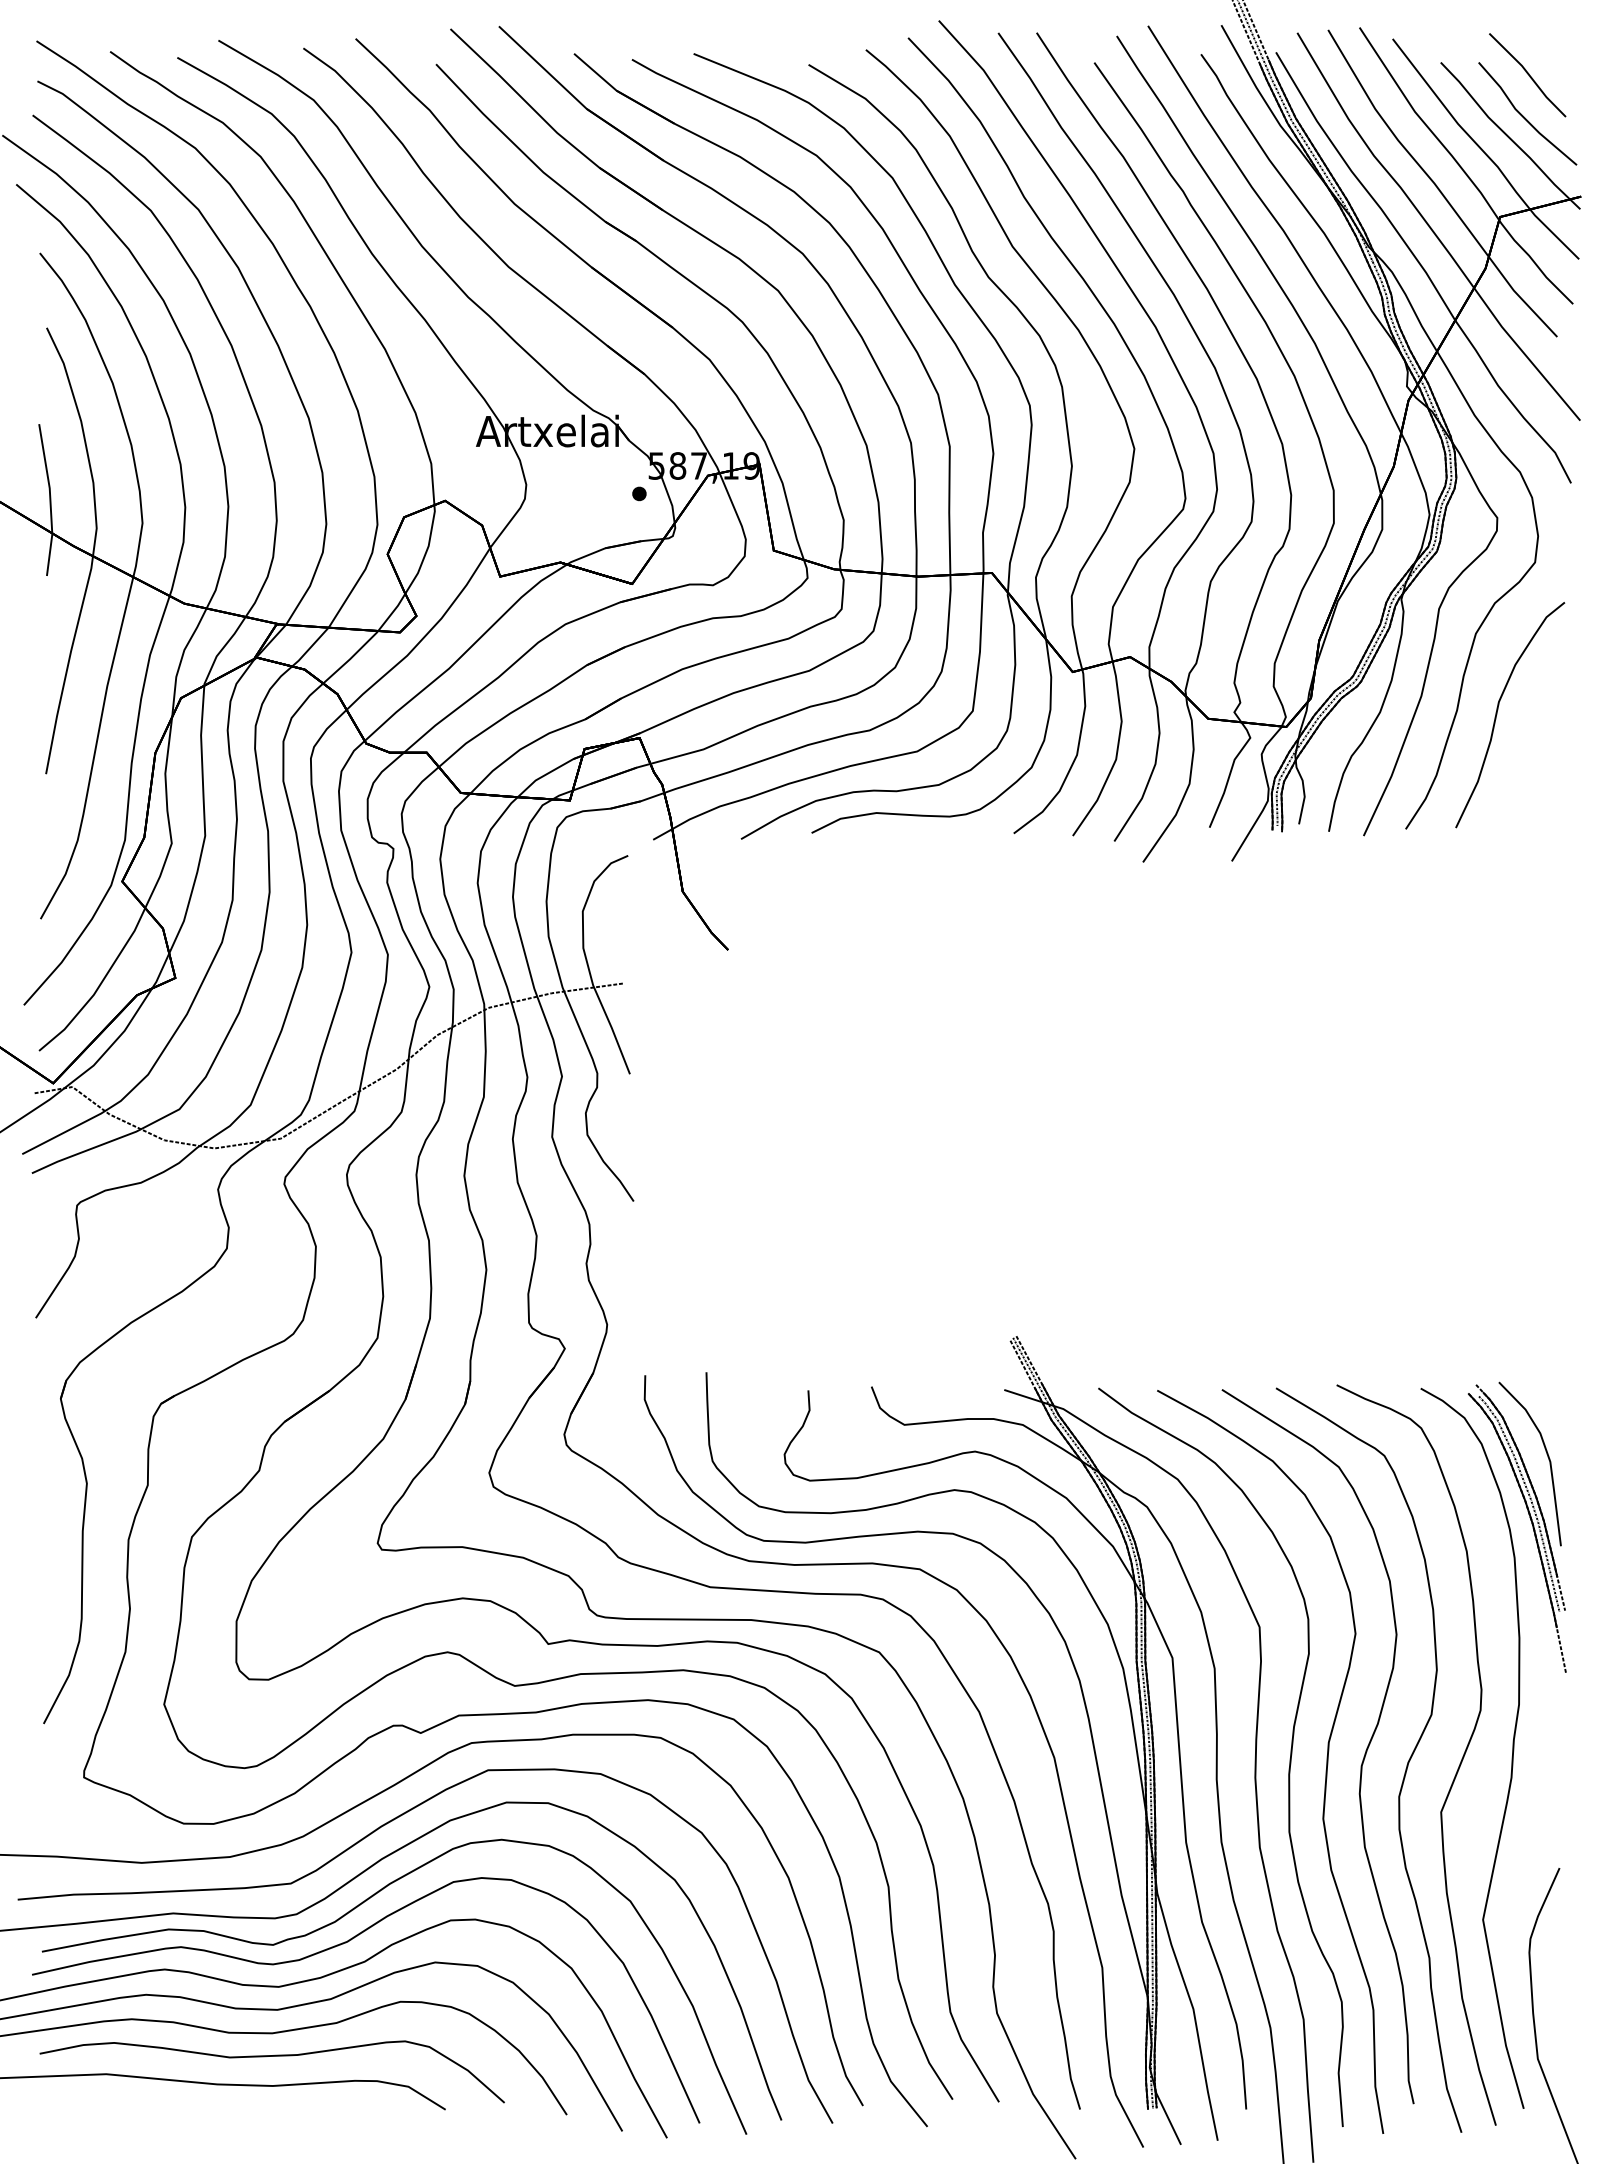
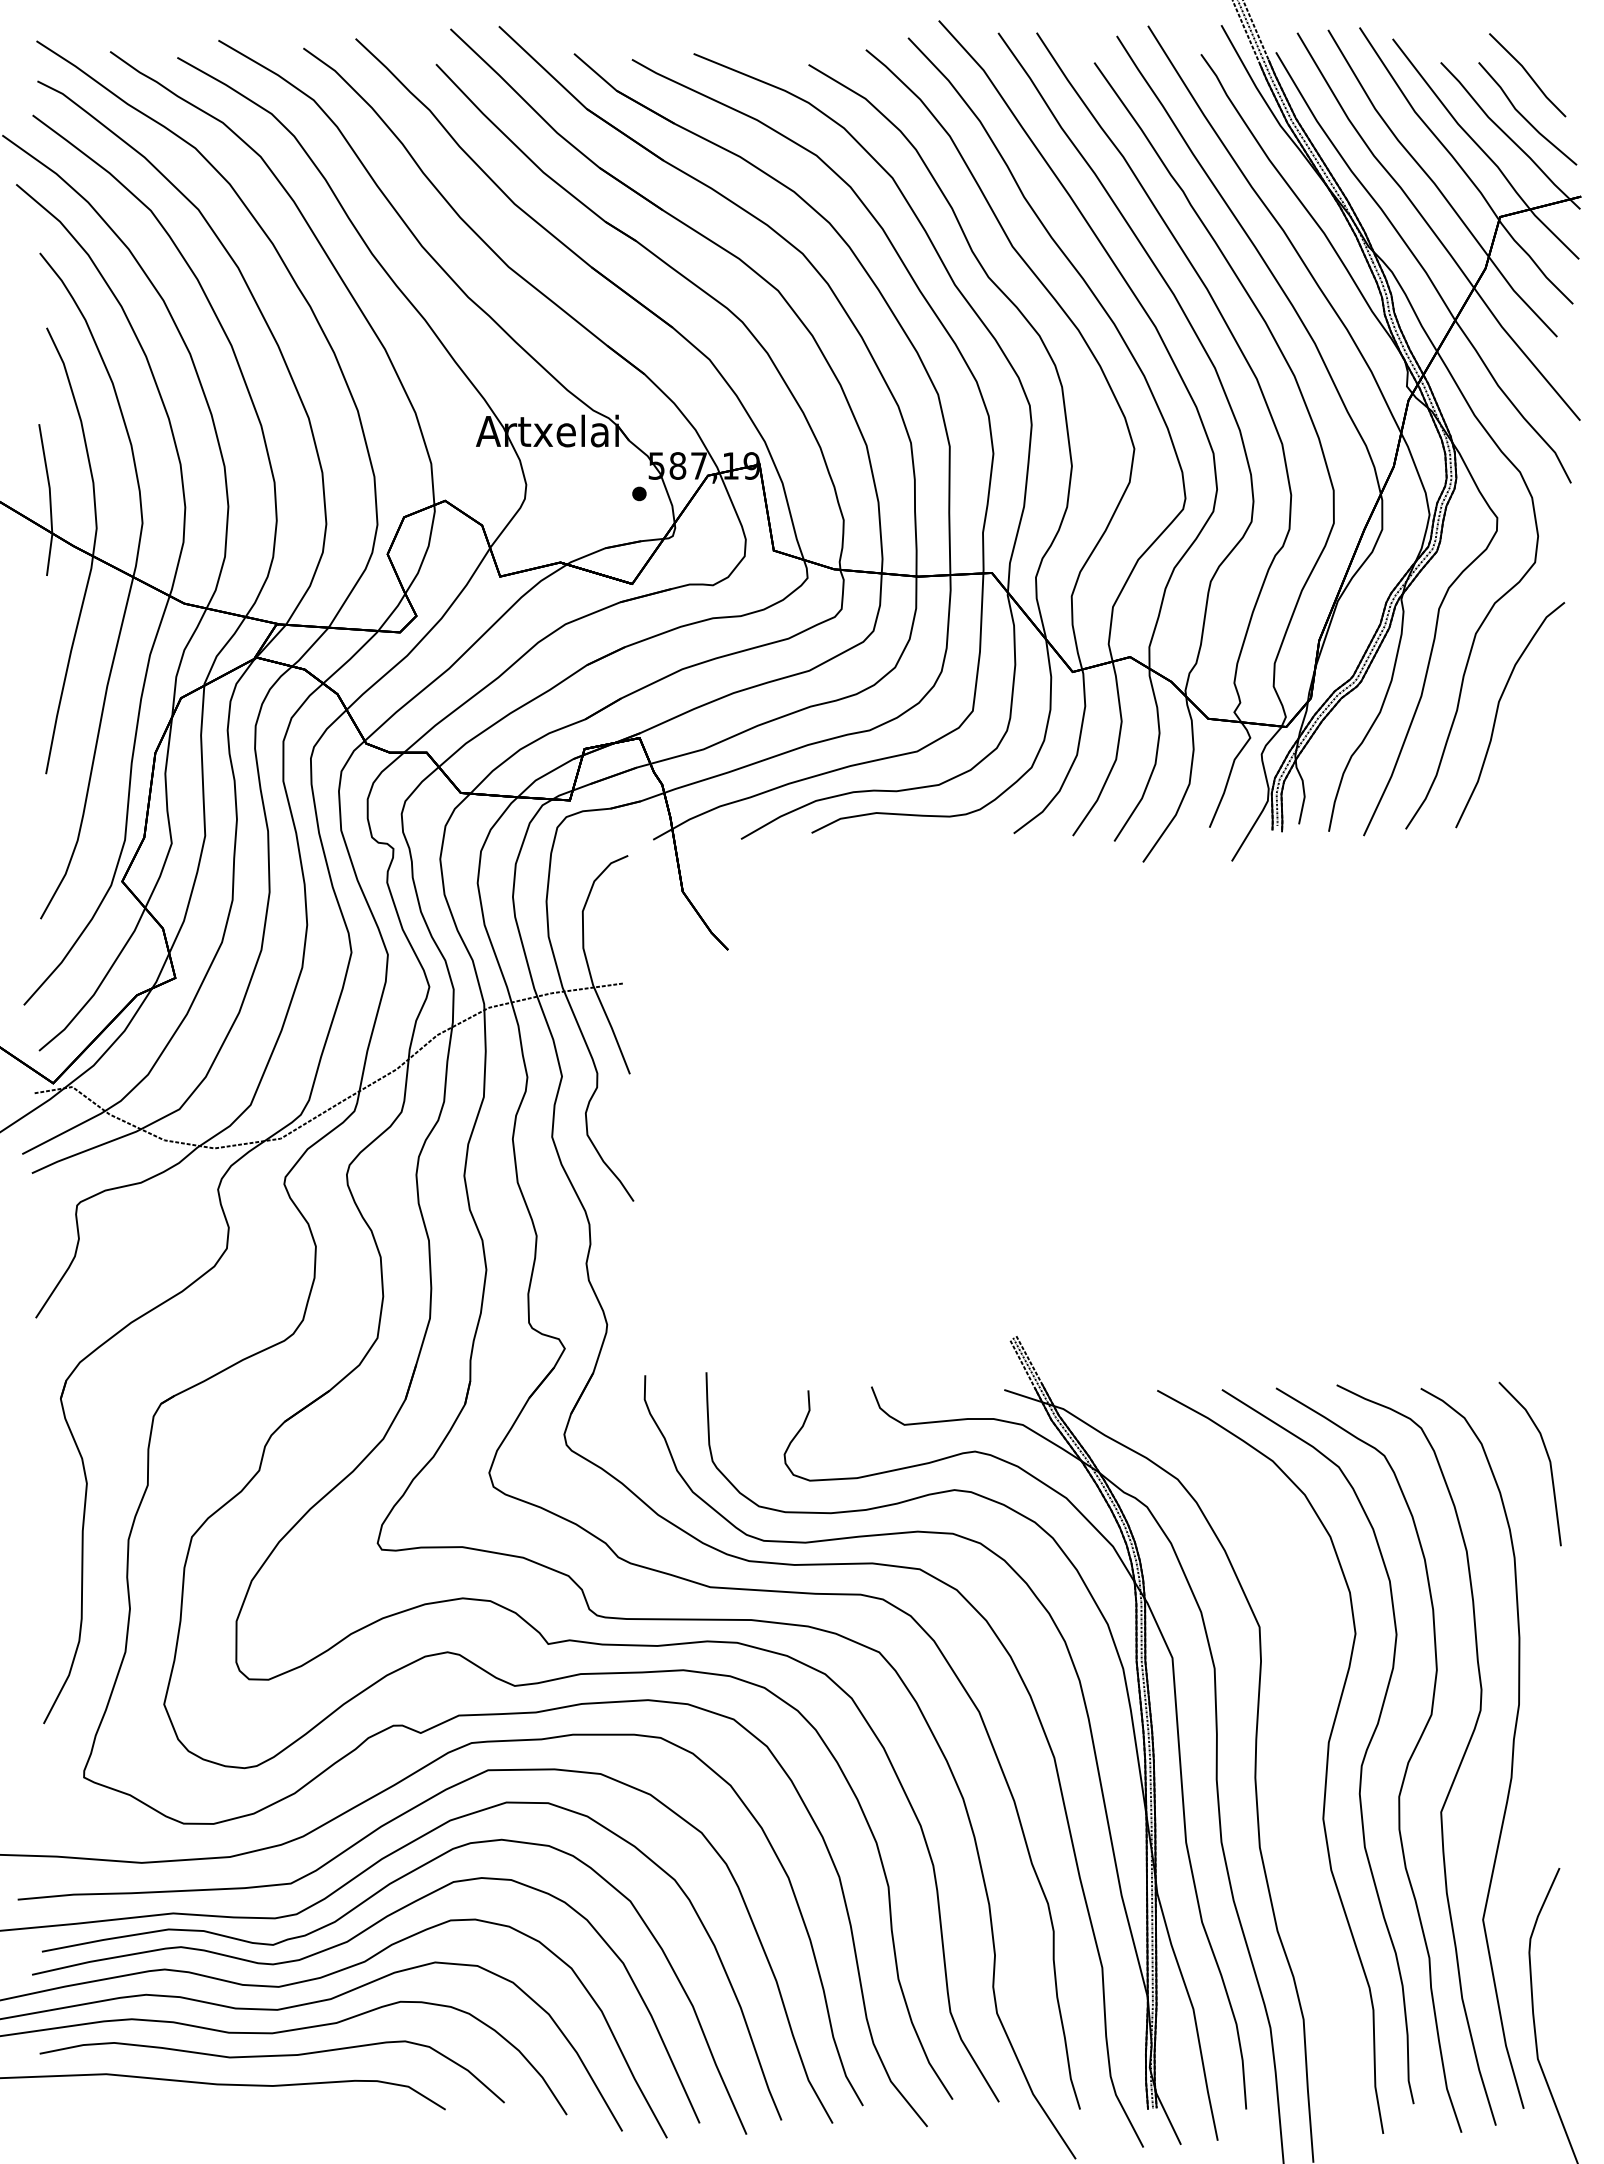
part at (1531, 1524): present -> none
part at (1289, 1758): present -> none
